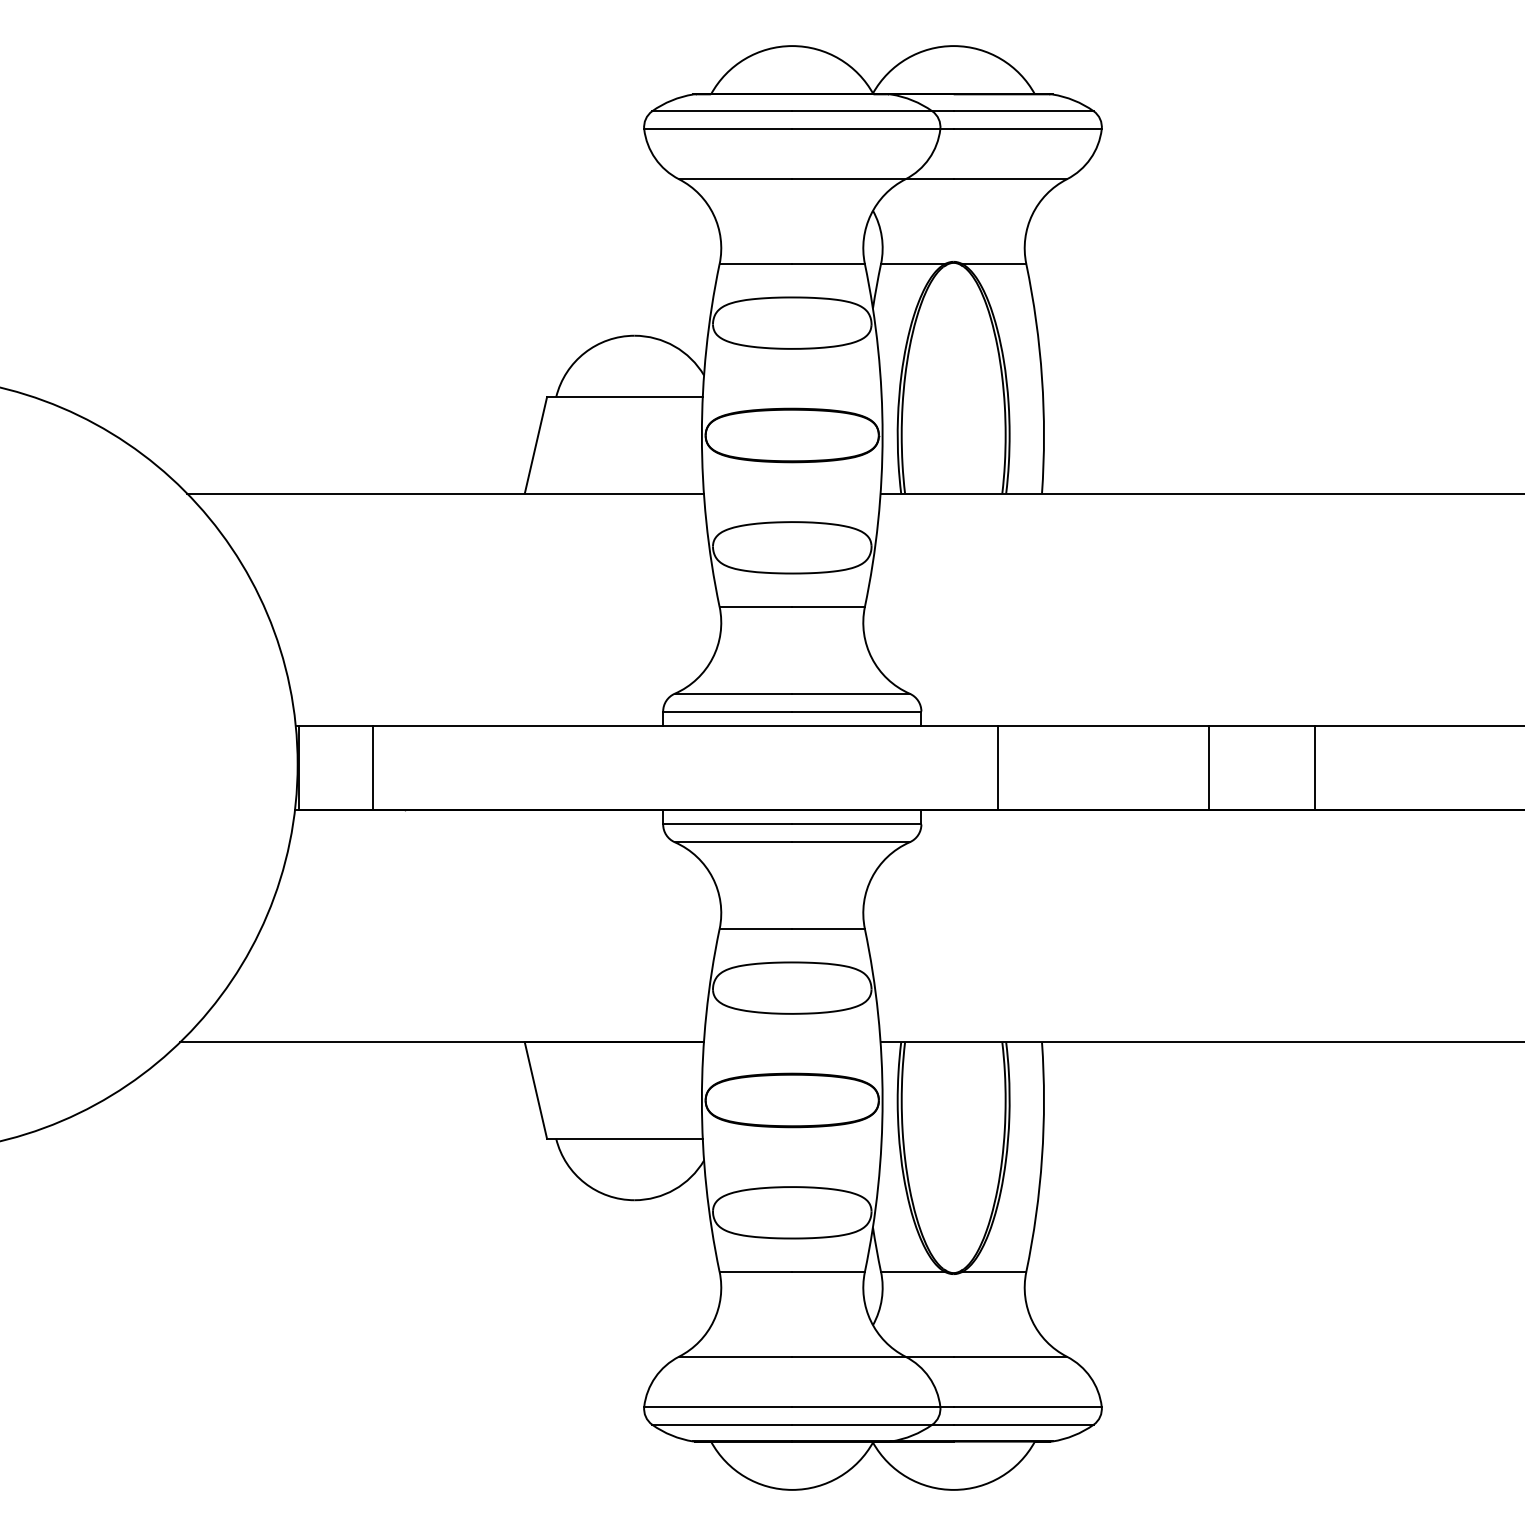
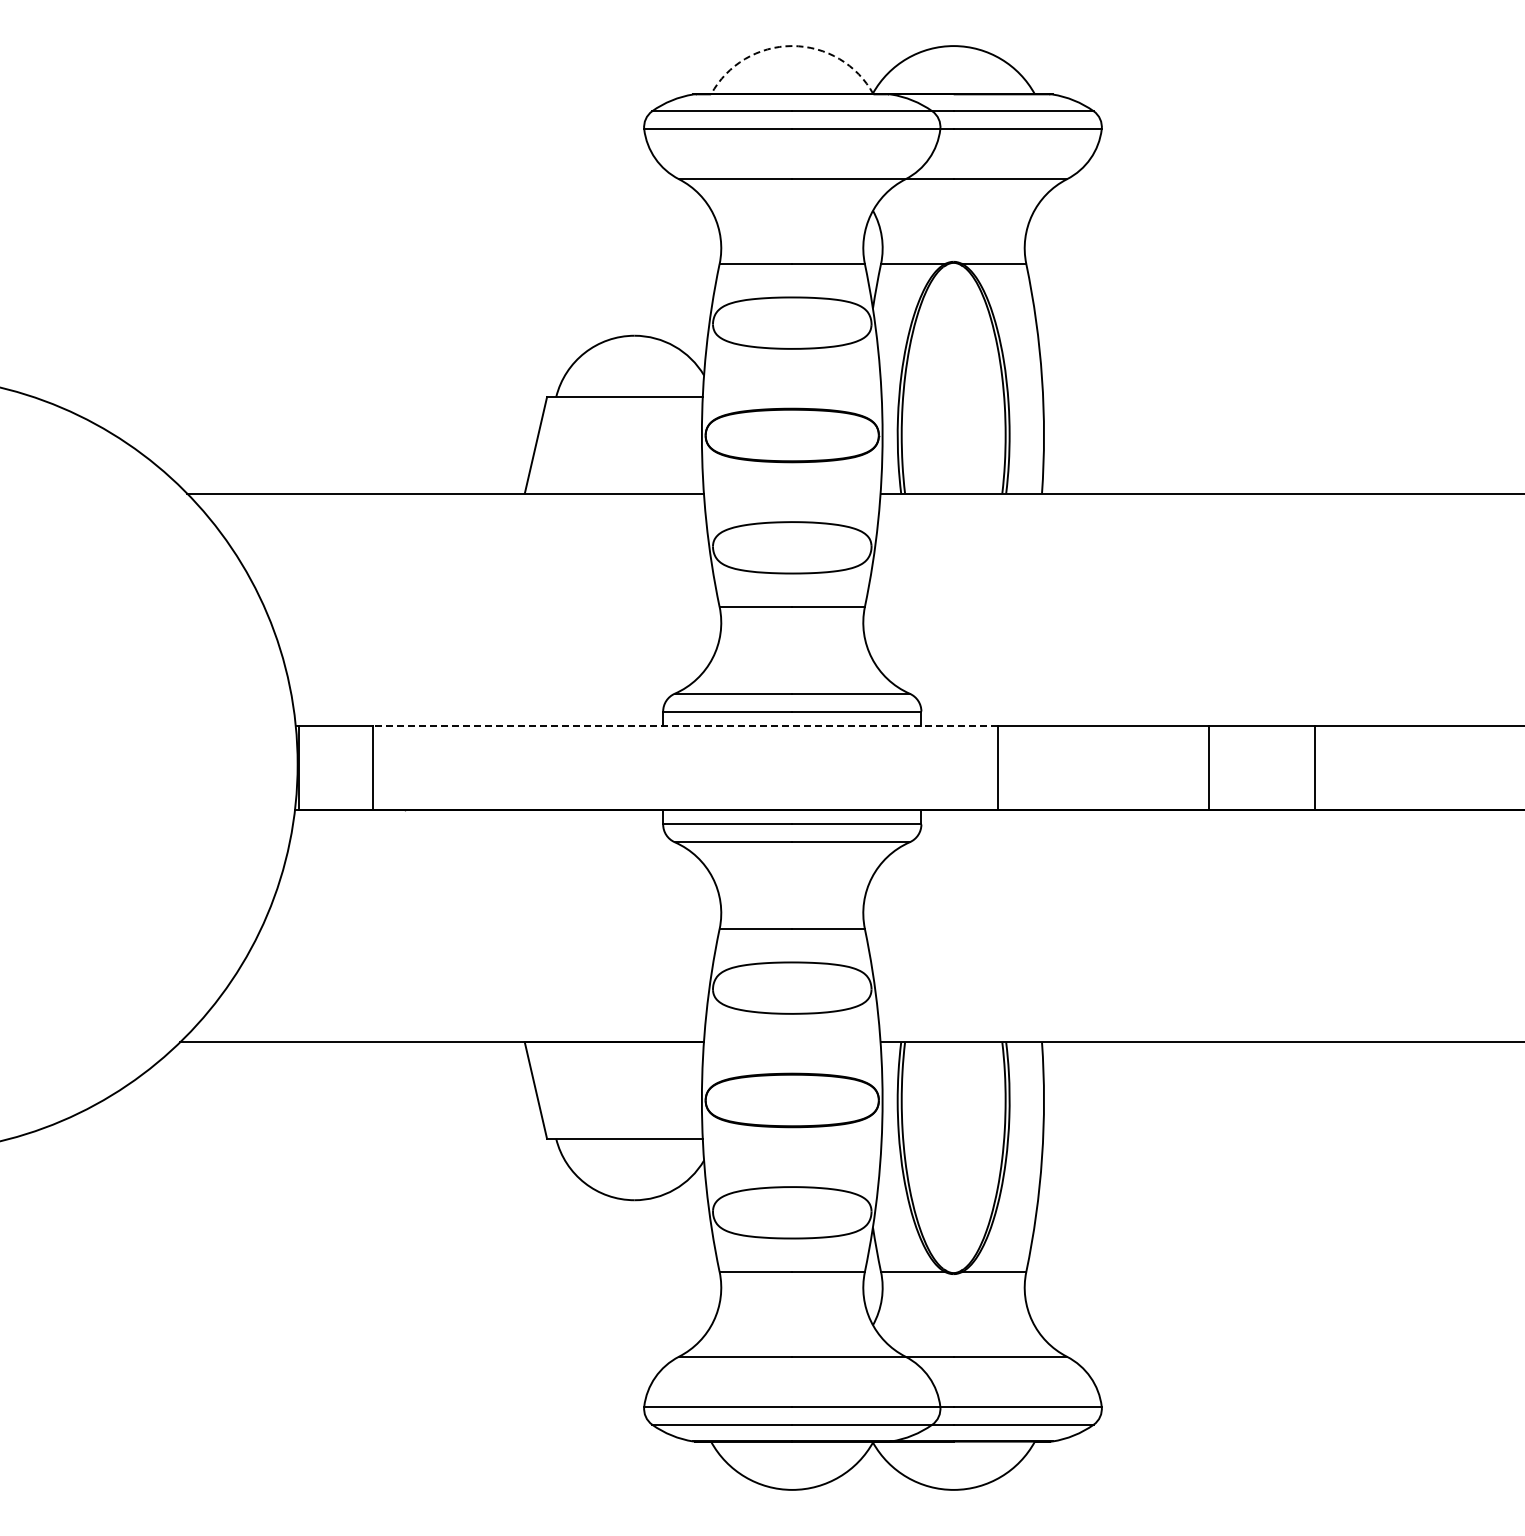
arc at (792, 46): solid -> dashed
line at (685, 726): solid -> dashed
